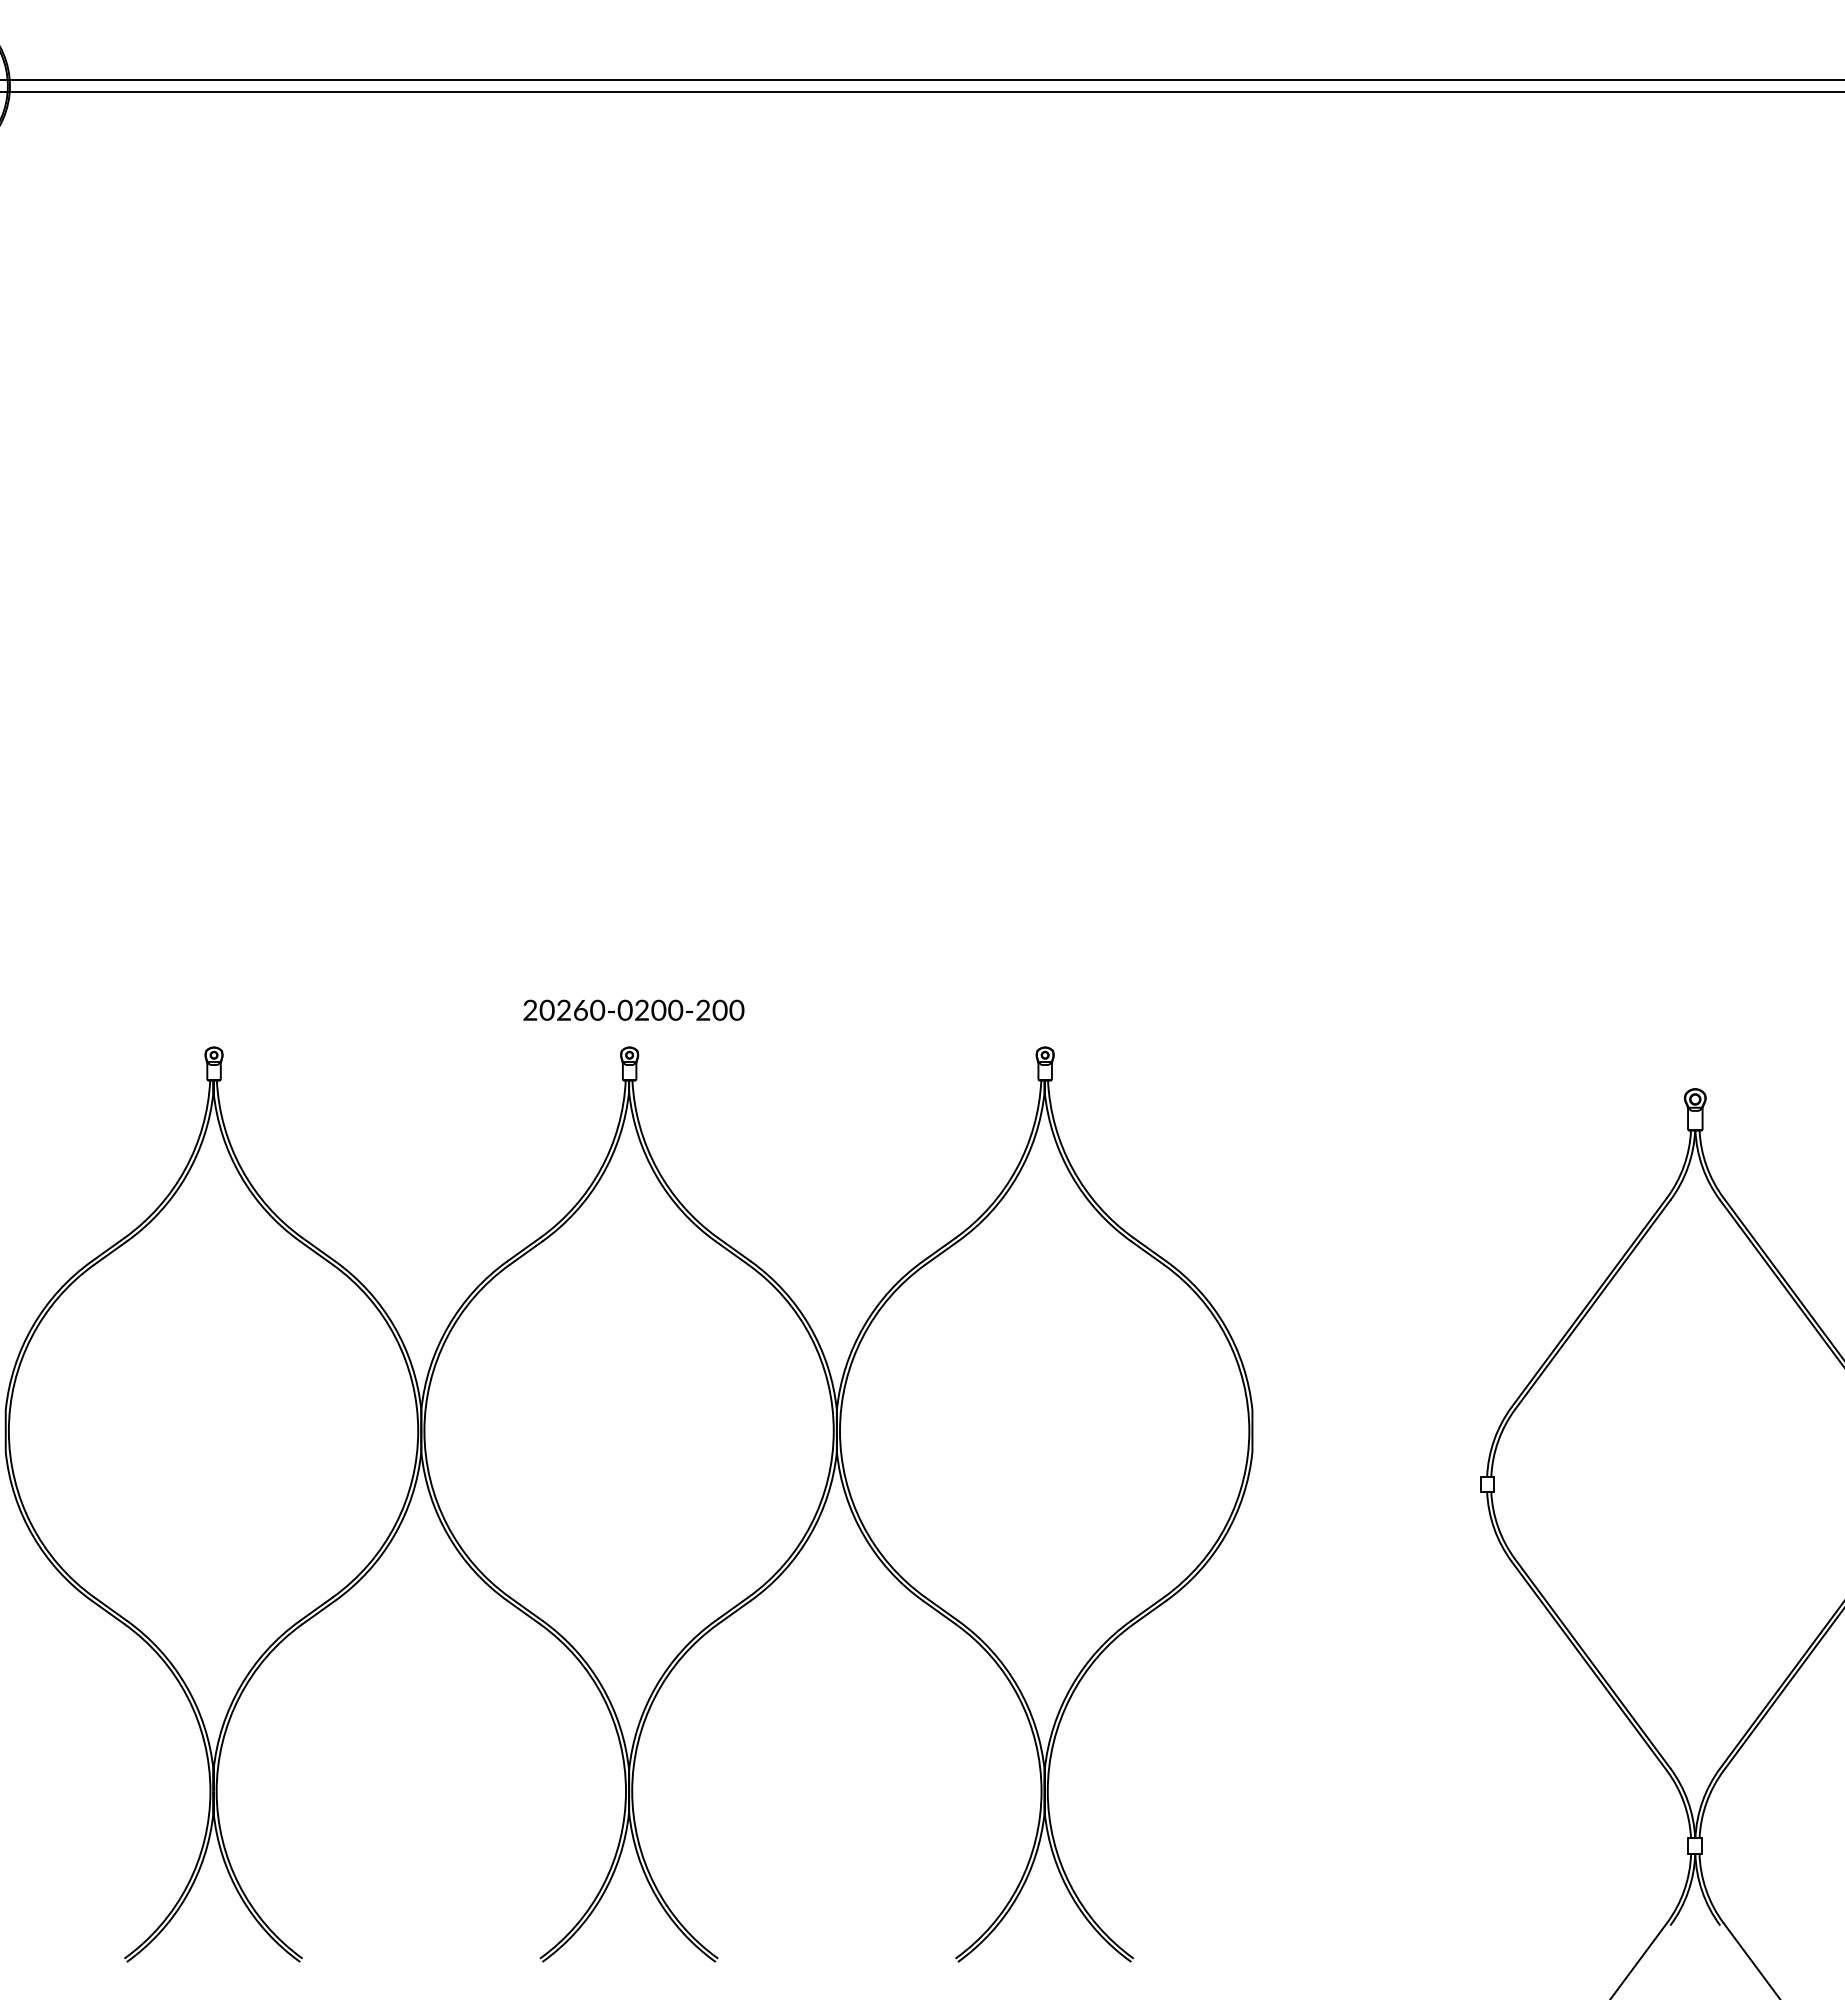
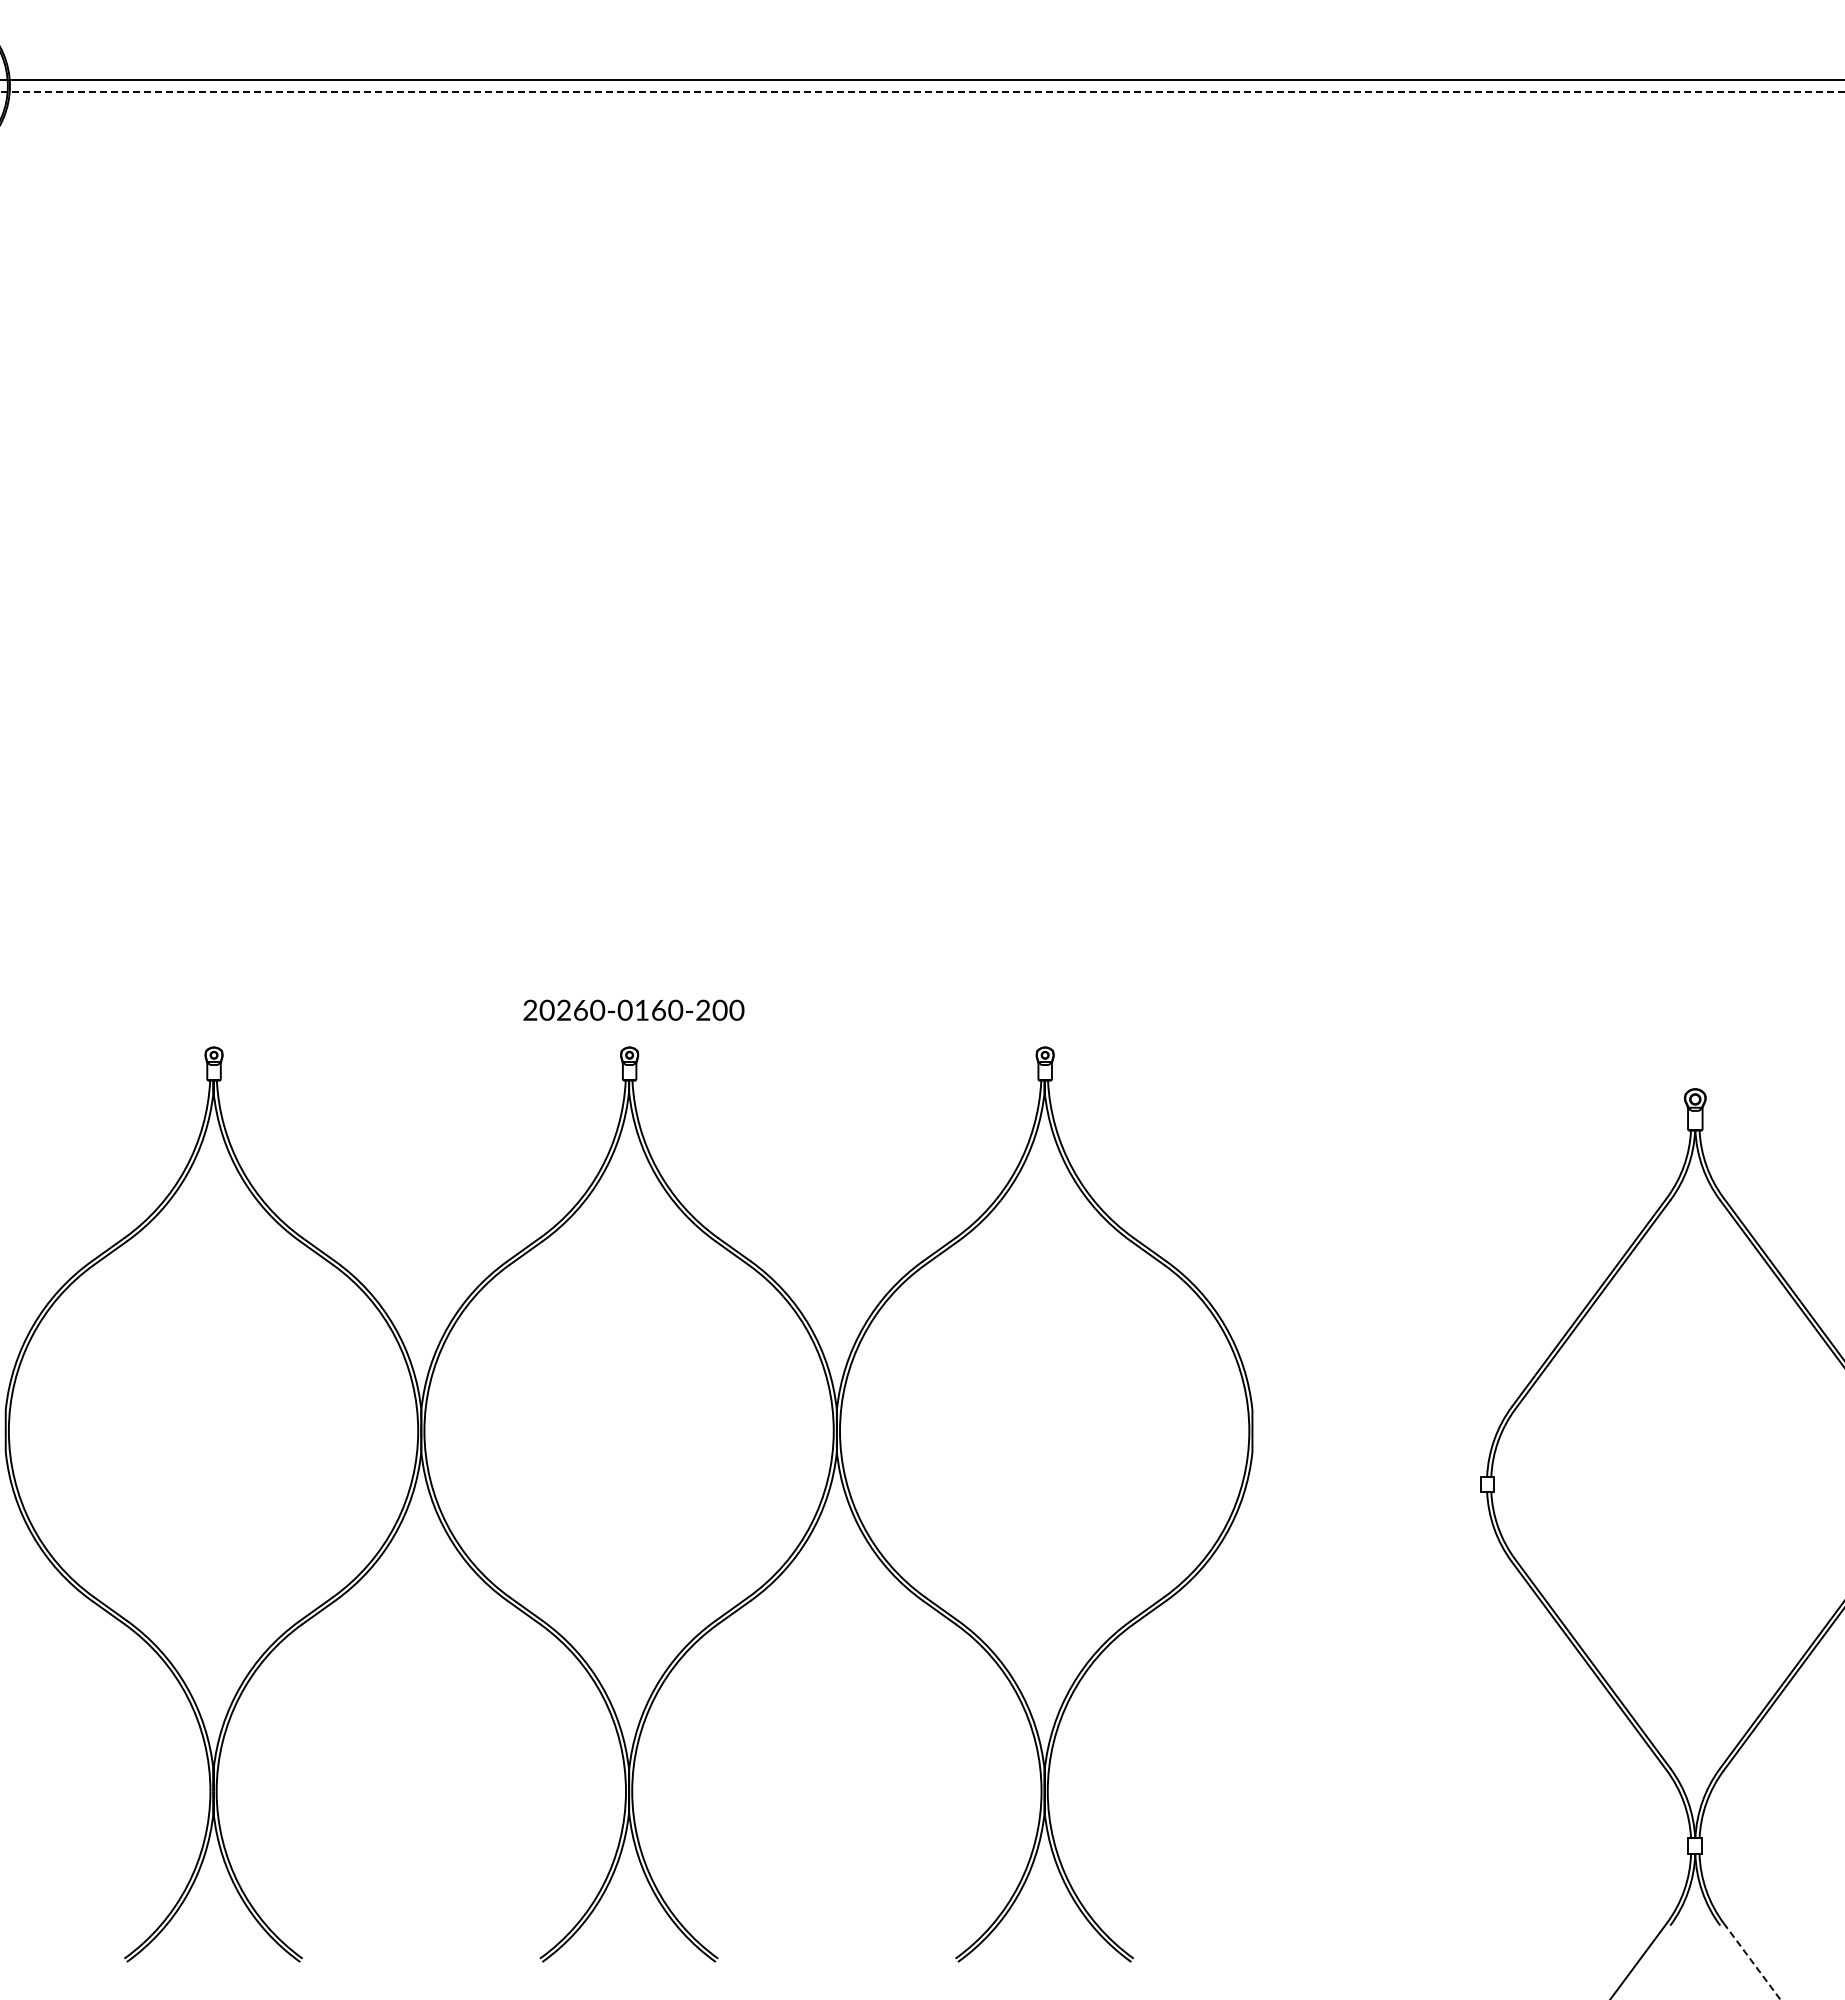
line at (922, 92): solid -> dashed
text at (650, 1009): 20260-0200-200 -> 20260-0160-200
line at (1751, 1960): solid -> dashed
